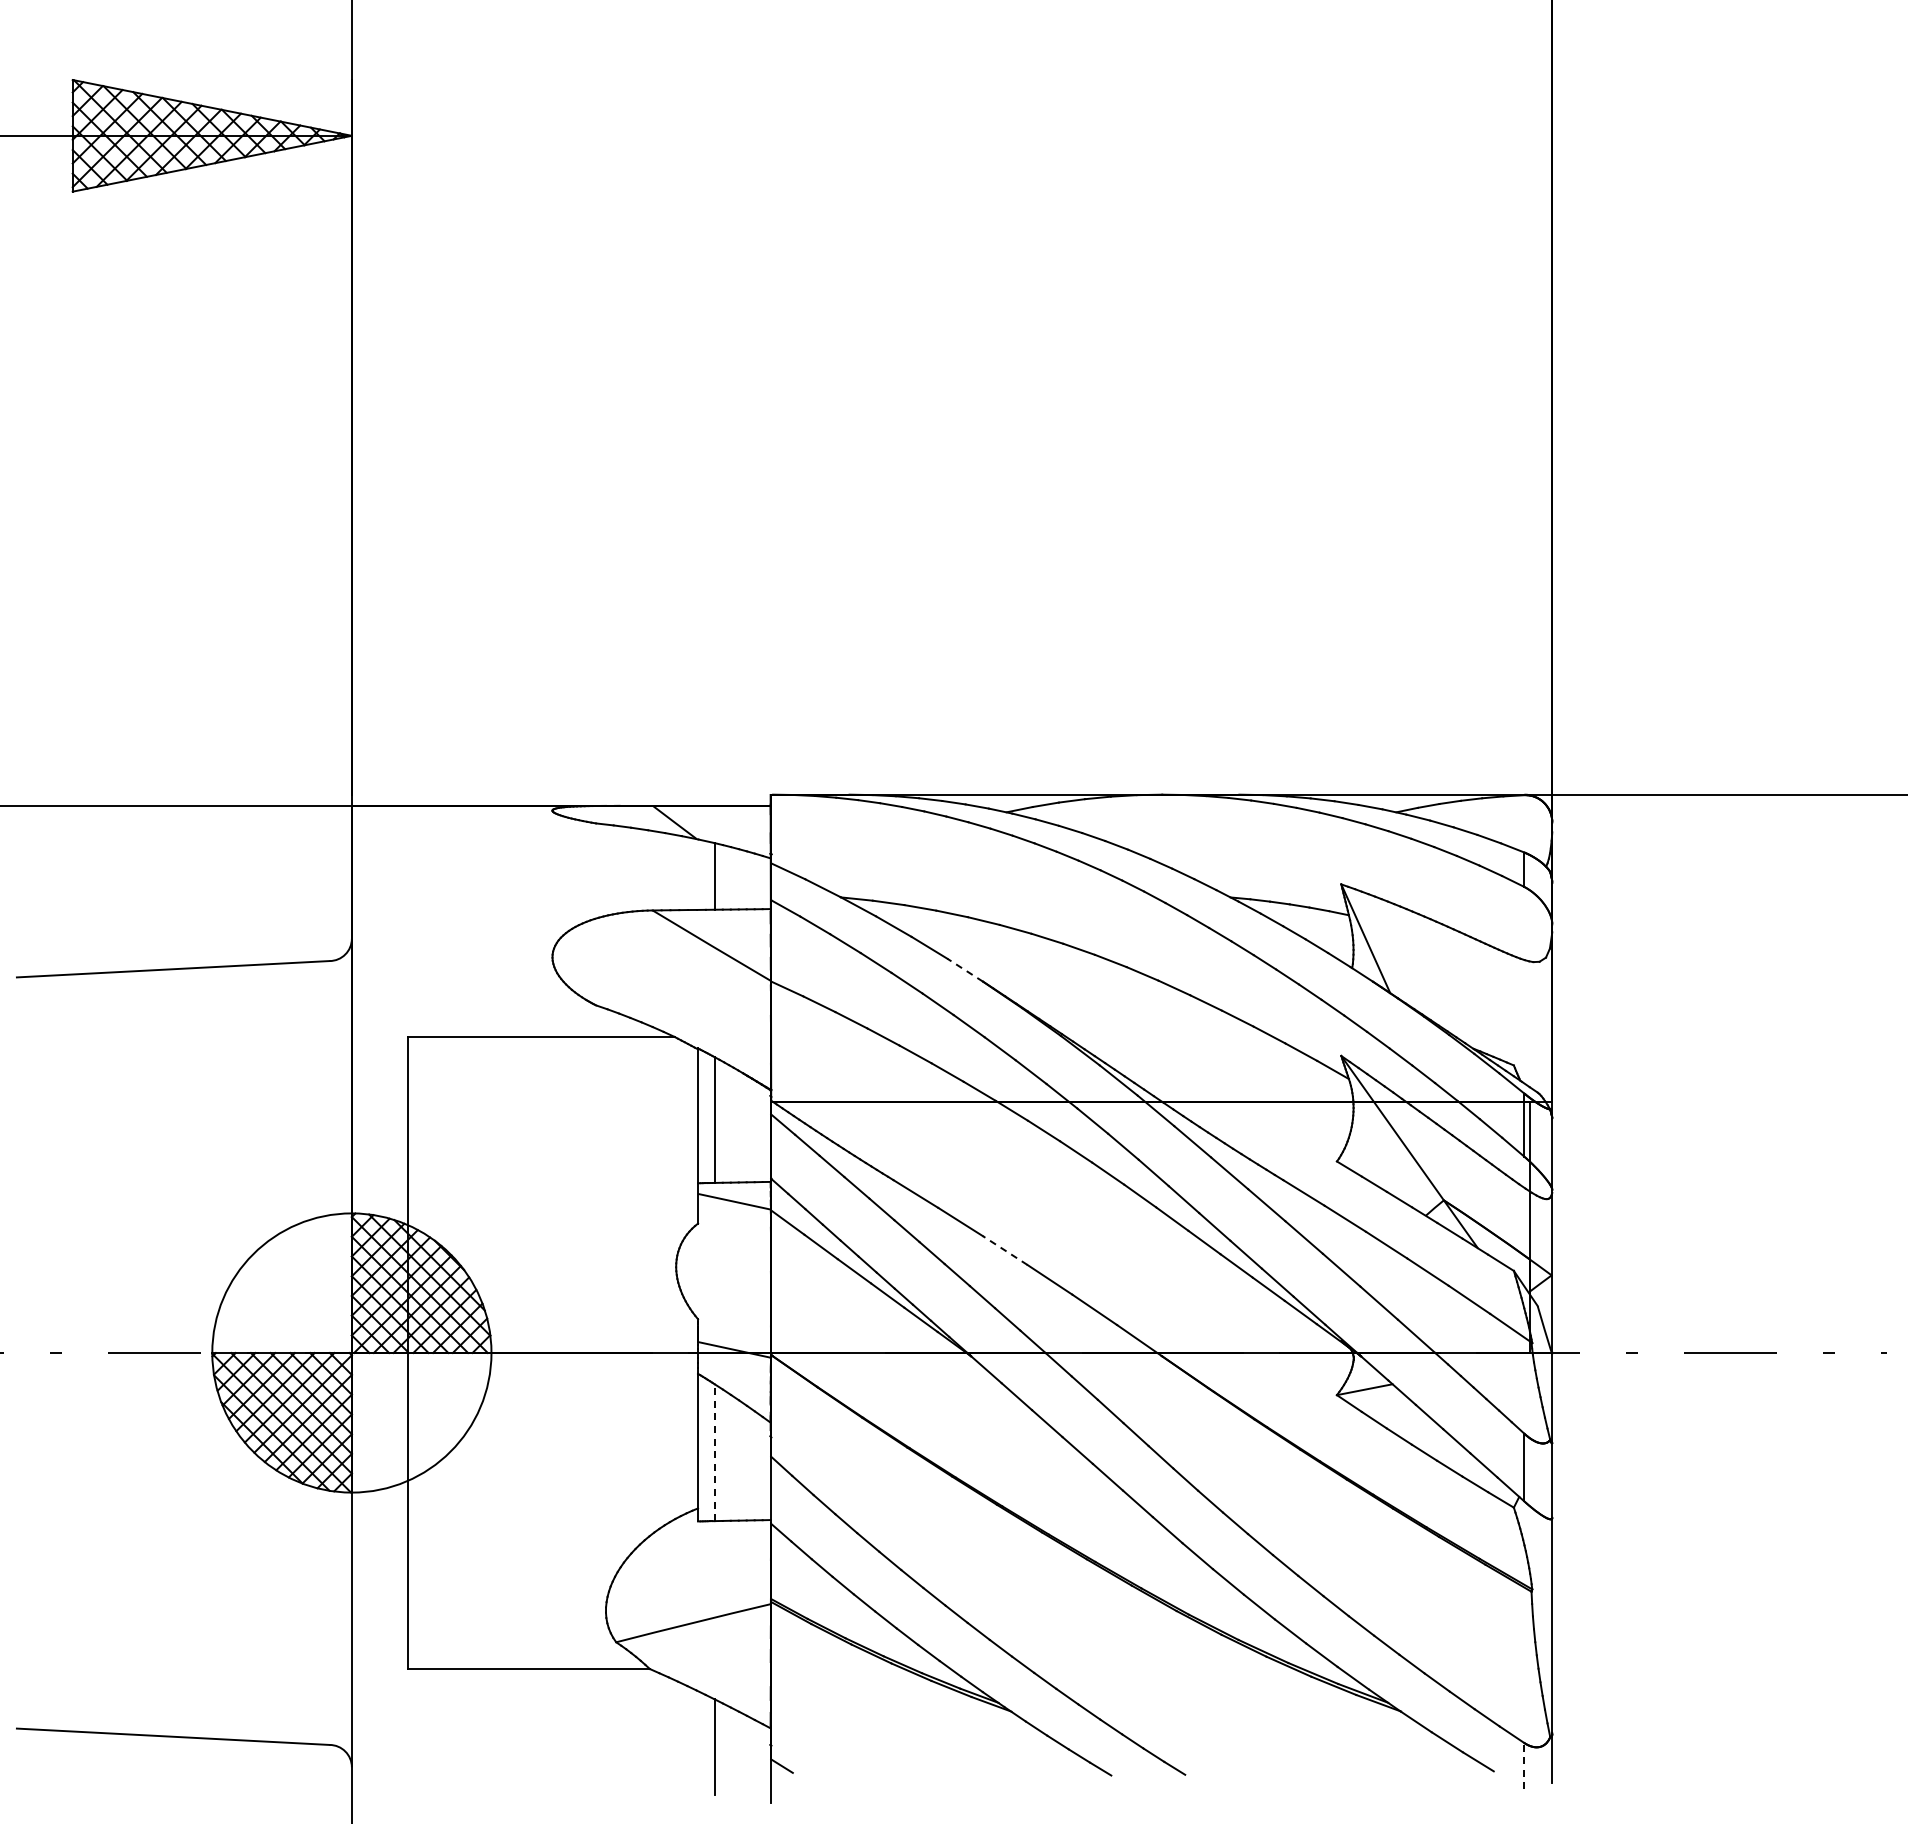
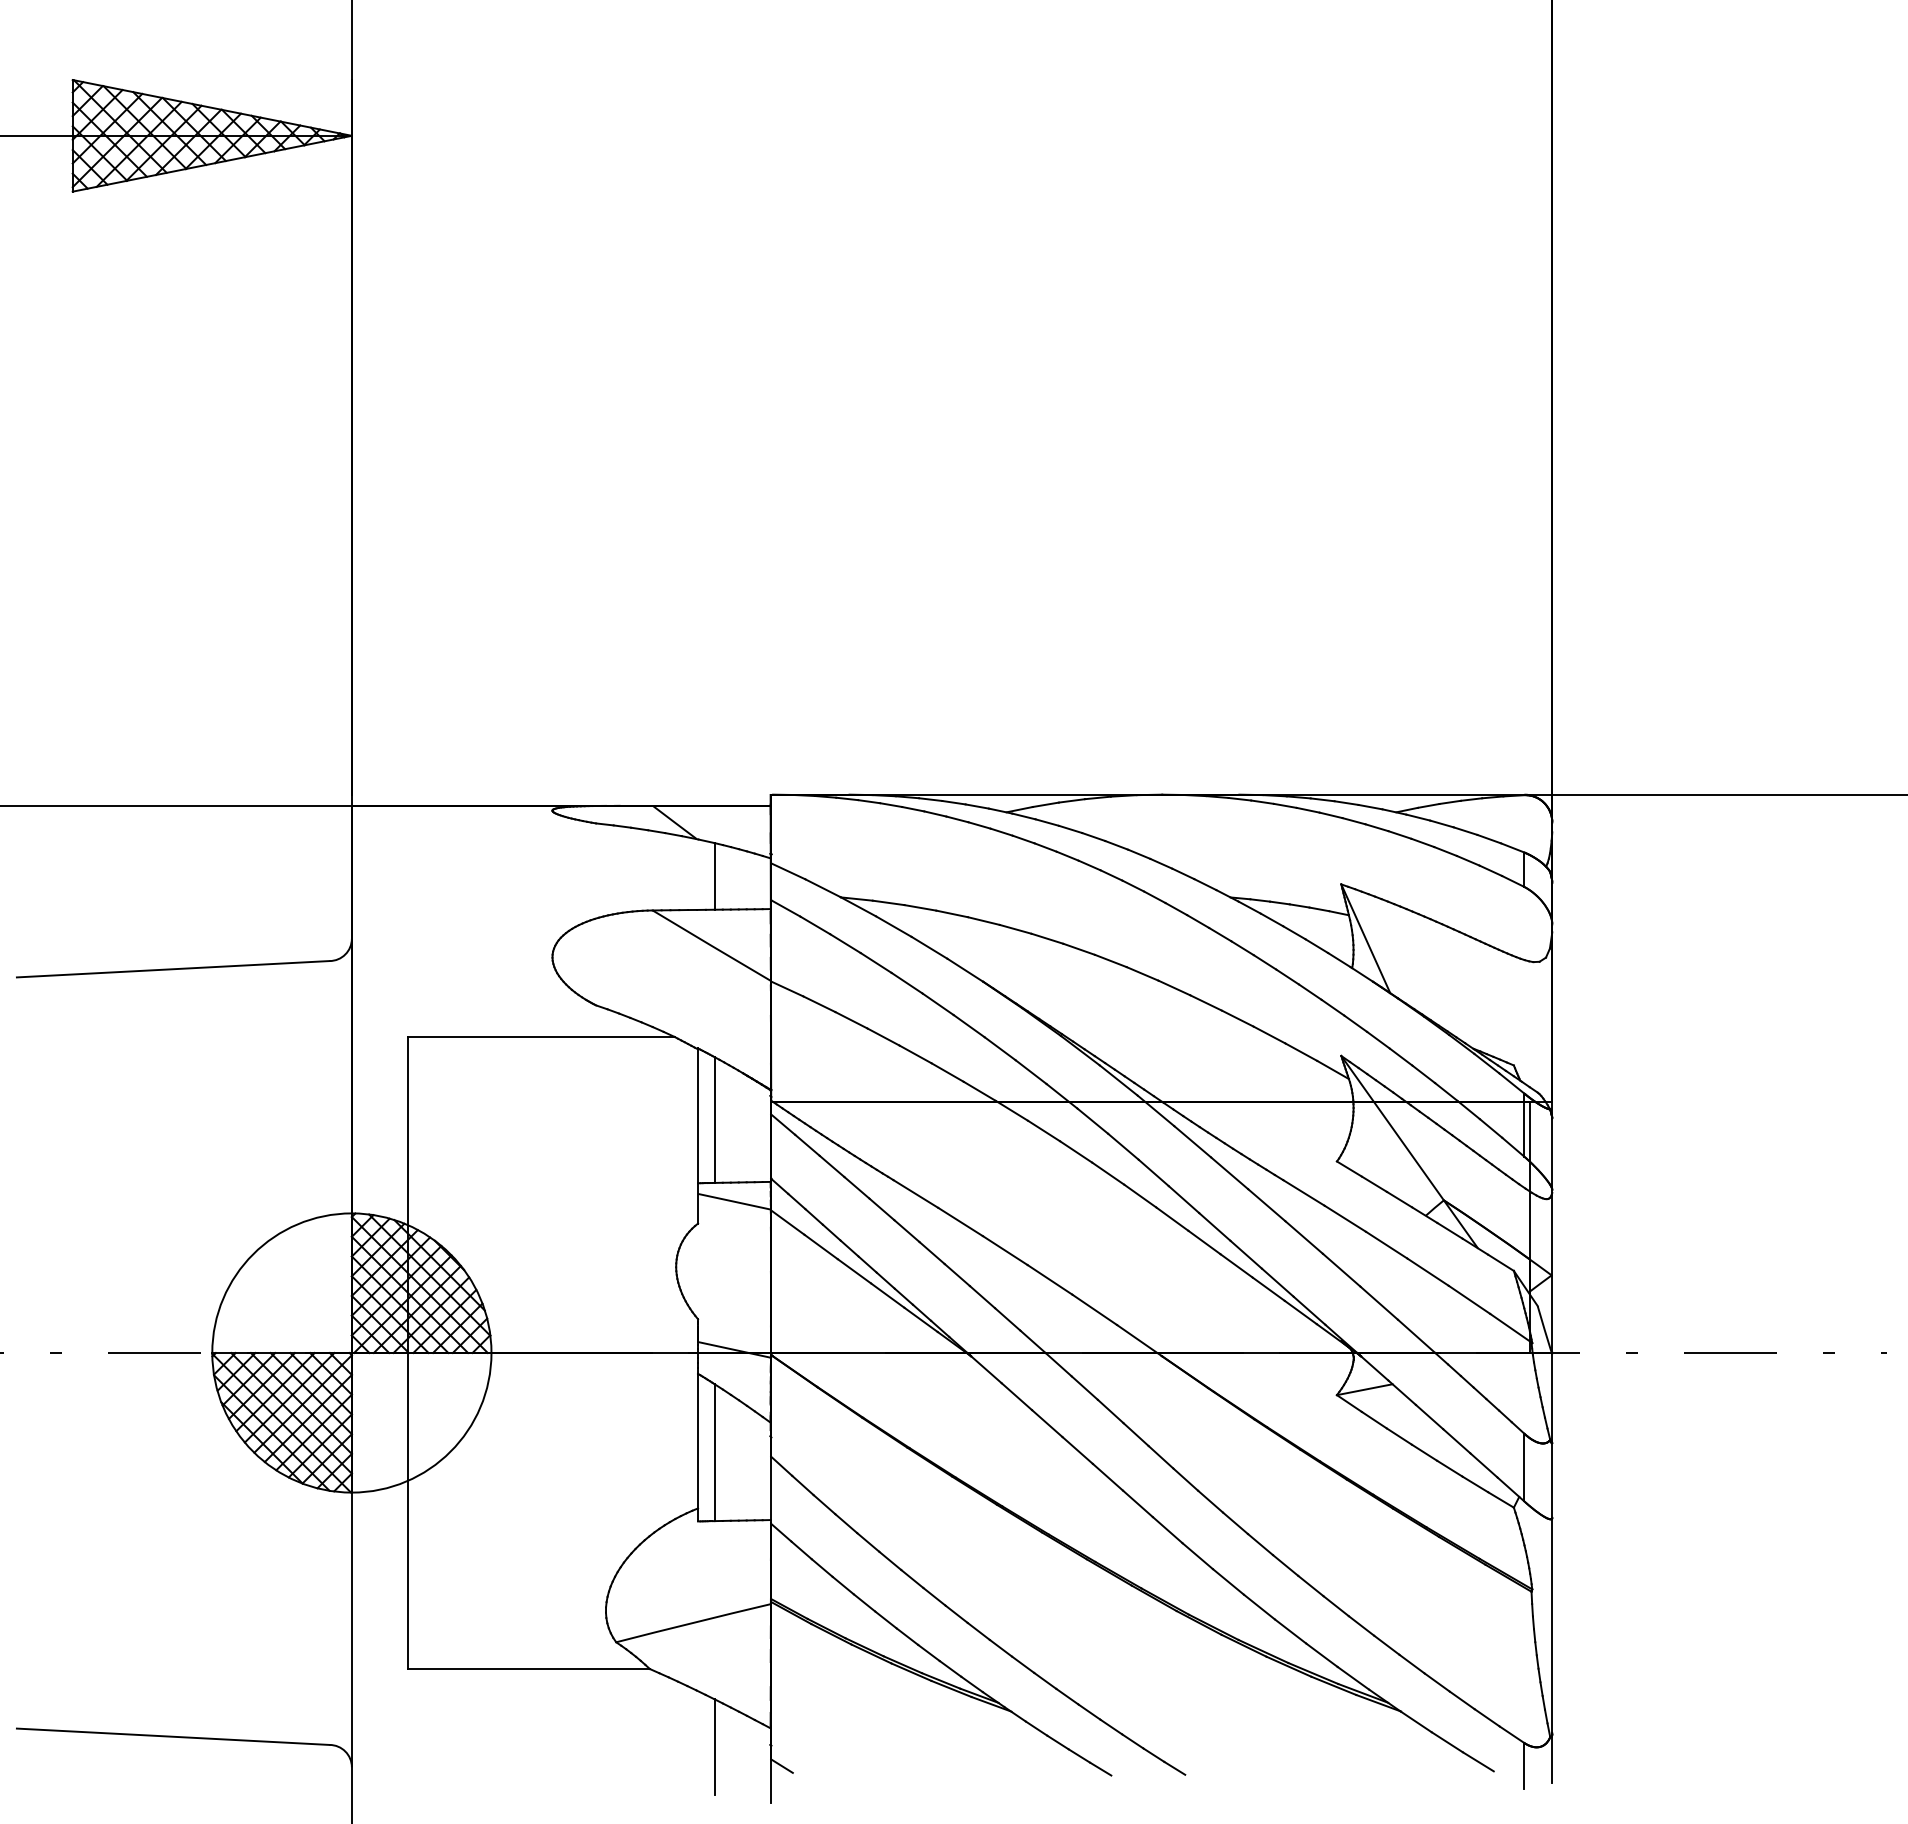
line at (964, 969): dashed -> solid
line at (1005, 1250): dashed -> solid
line at (714, 1452): dashed -> solid
line at (1524, 1765): dashed -> solid
